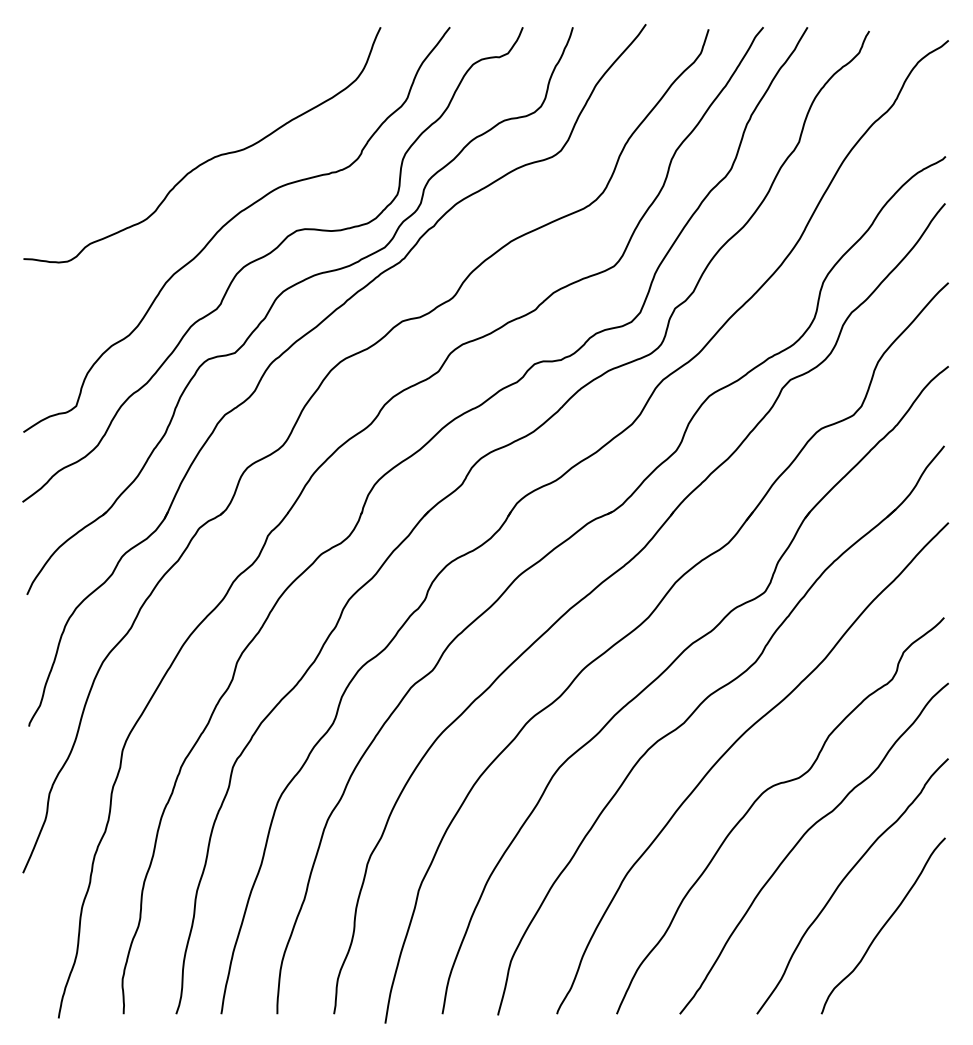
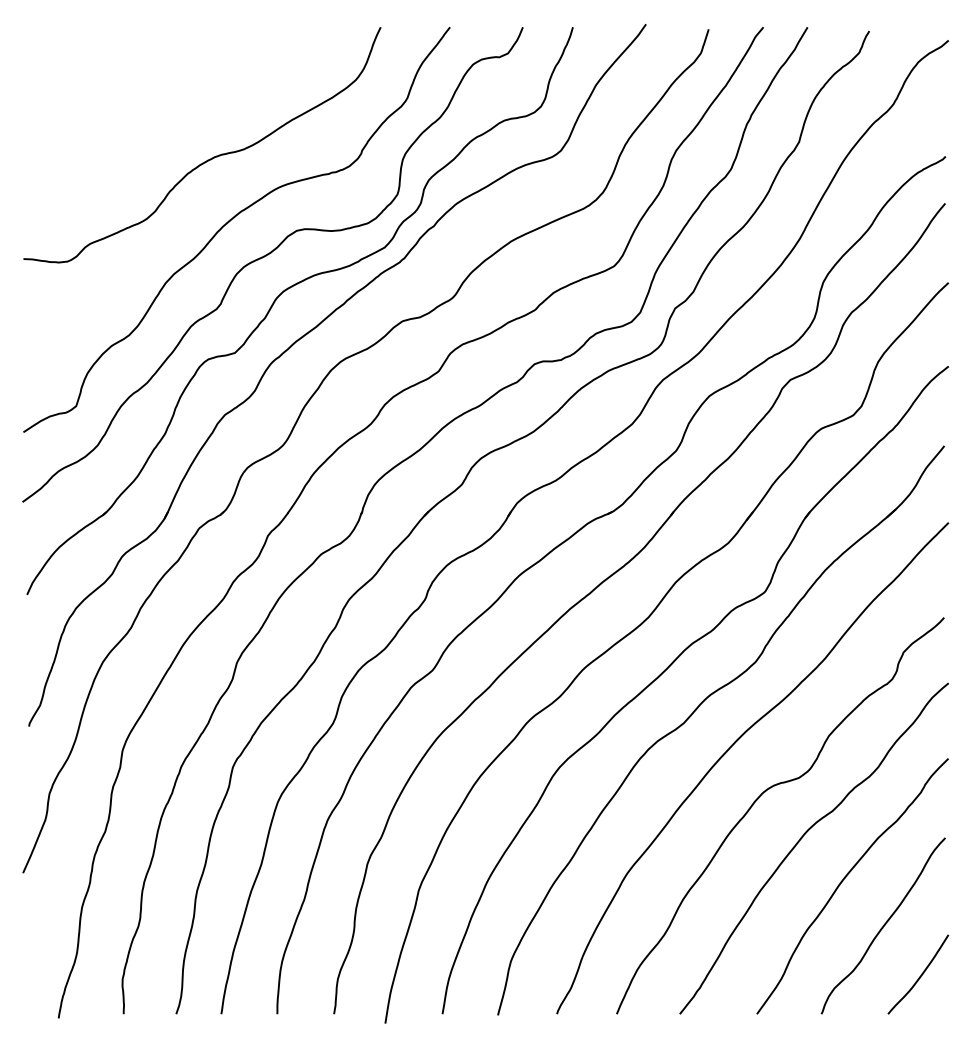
curve at (920, 975): none -> present
